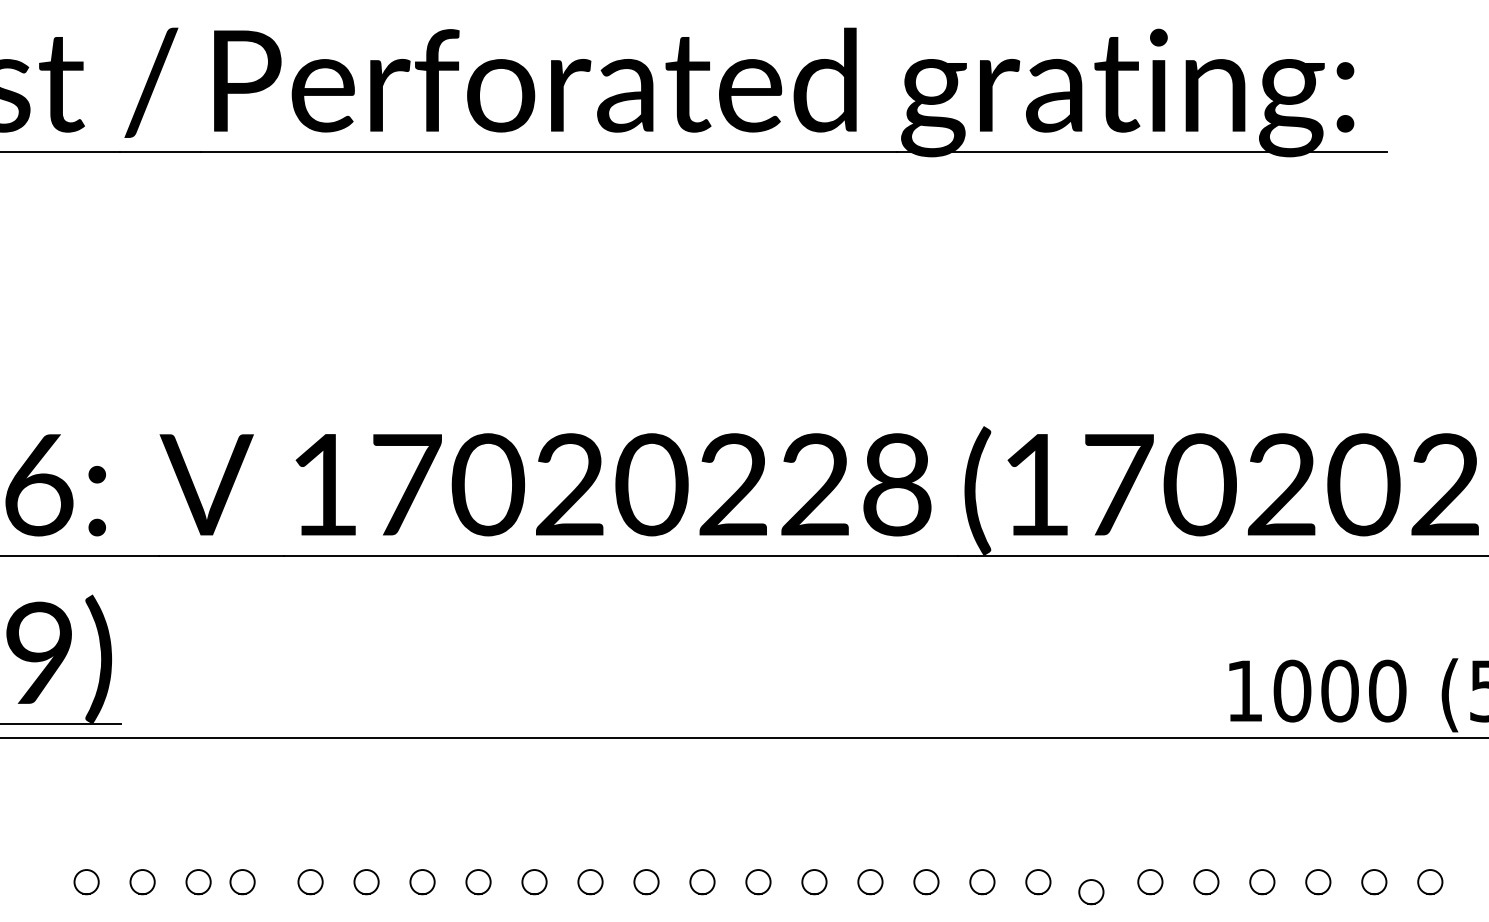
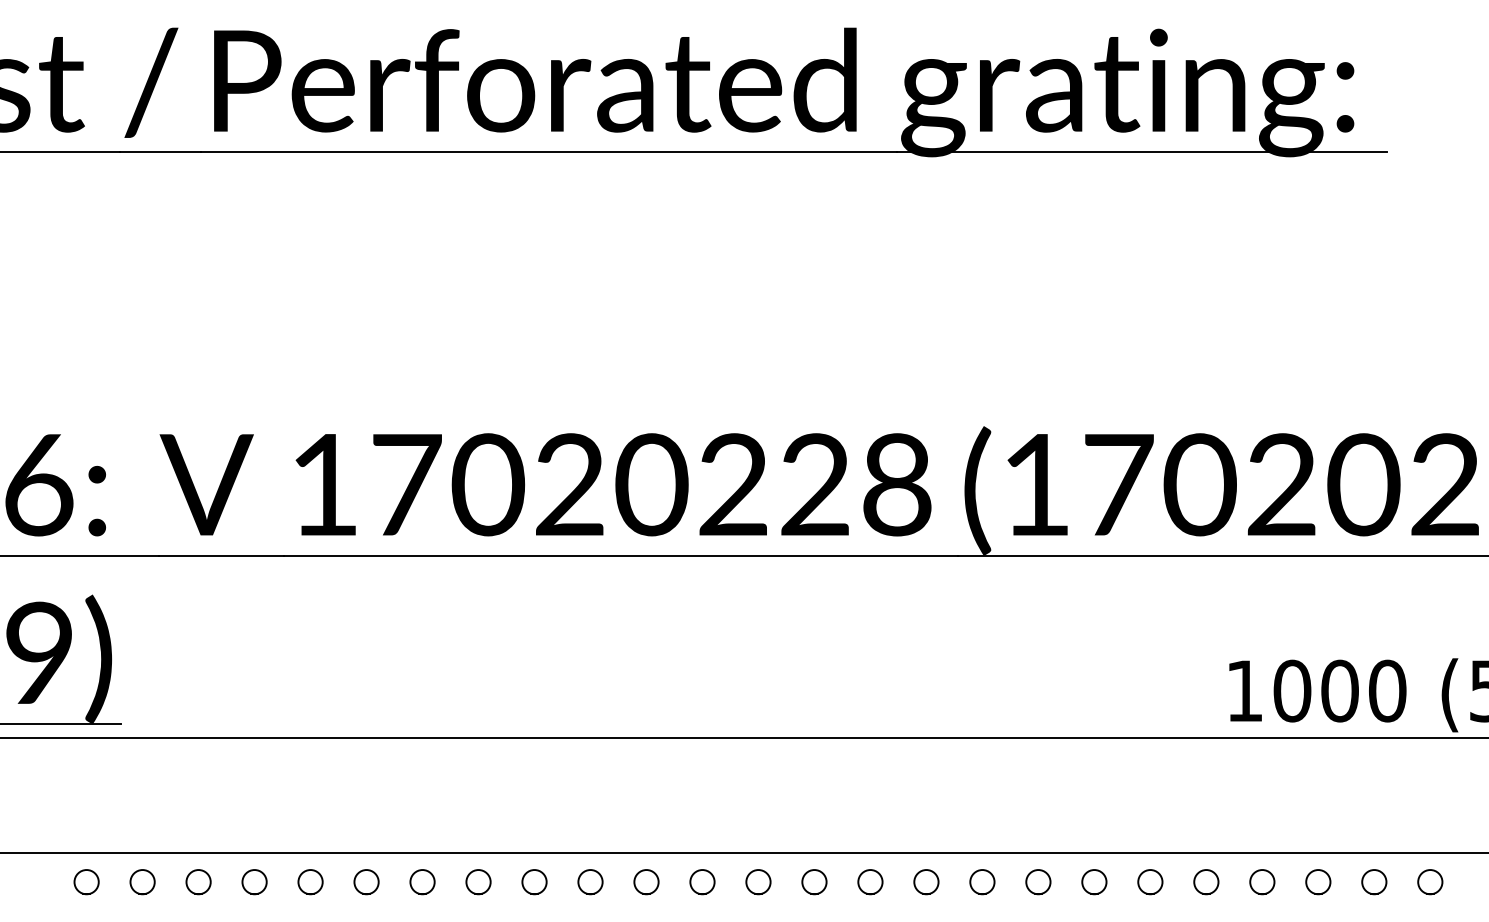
line at (743, 853): none -> present
circle at (242, 882) position: (242, 882) -> (254, 882)
circle at (1091, 892) position: (1091, 892) -> (1094, 882)
